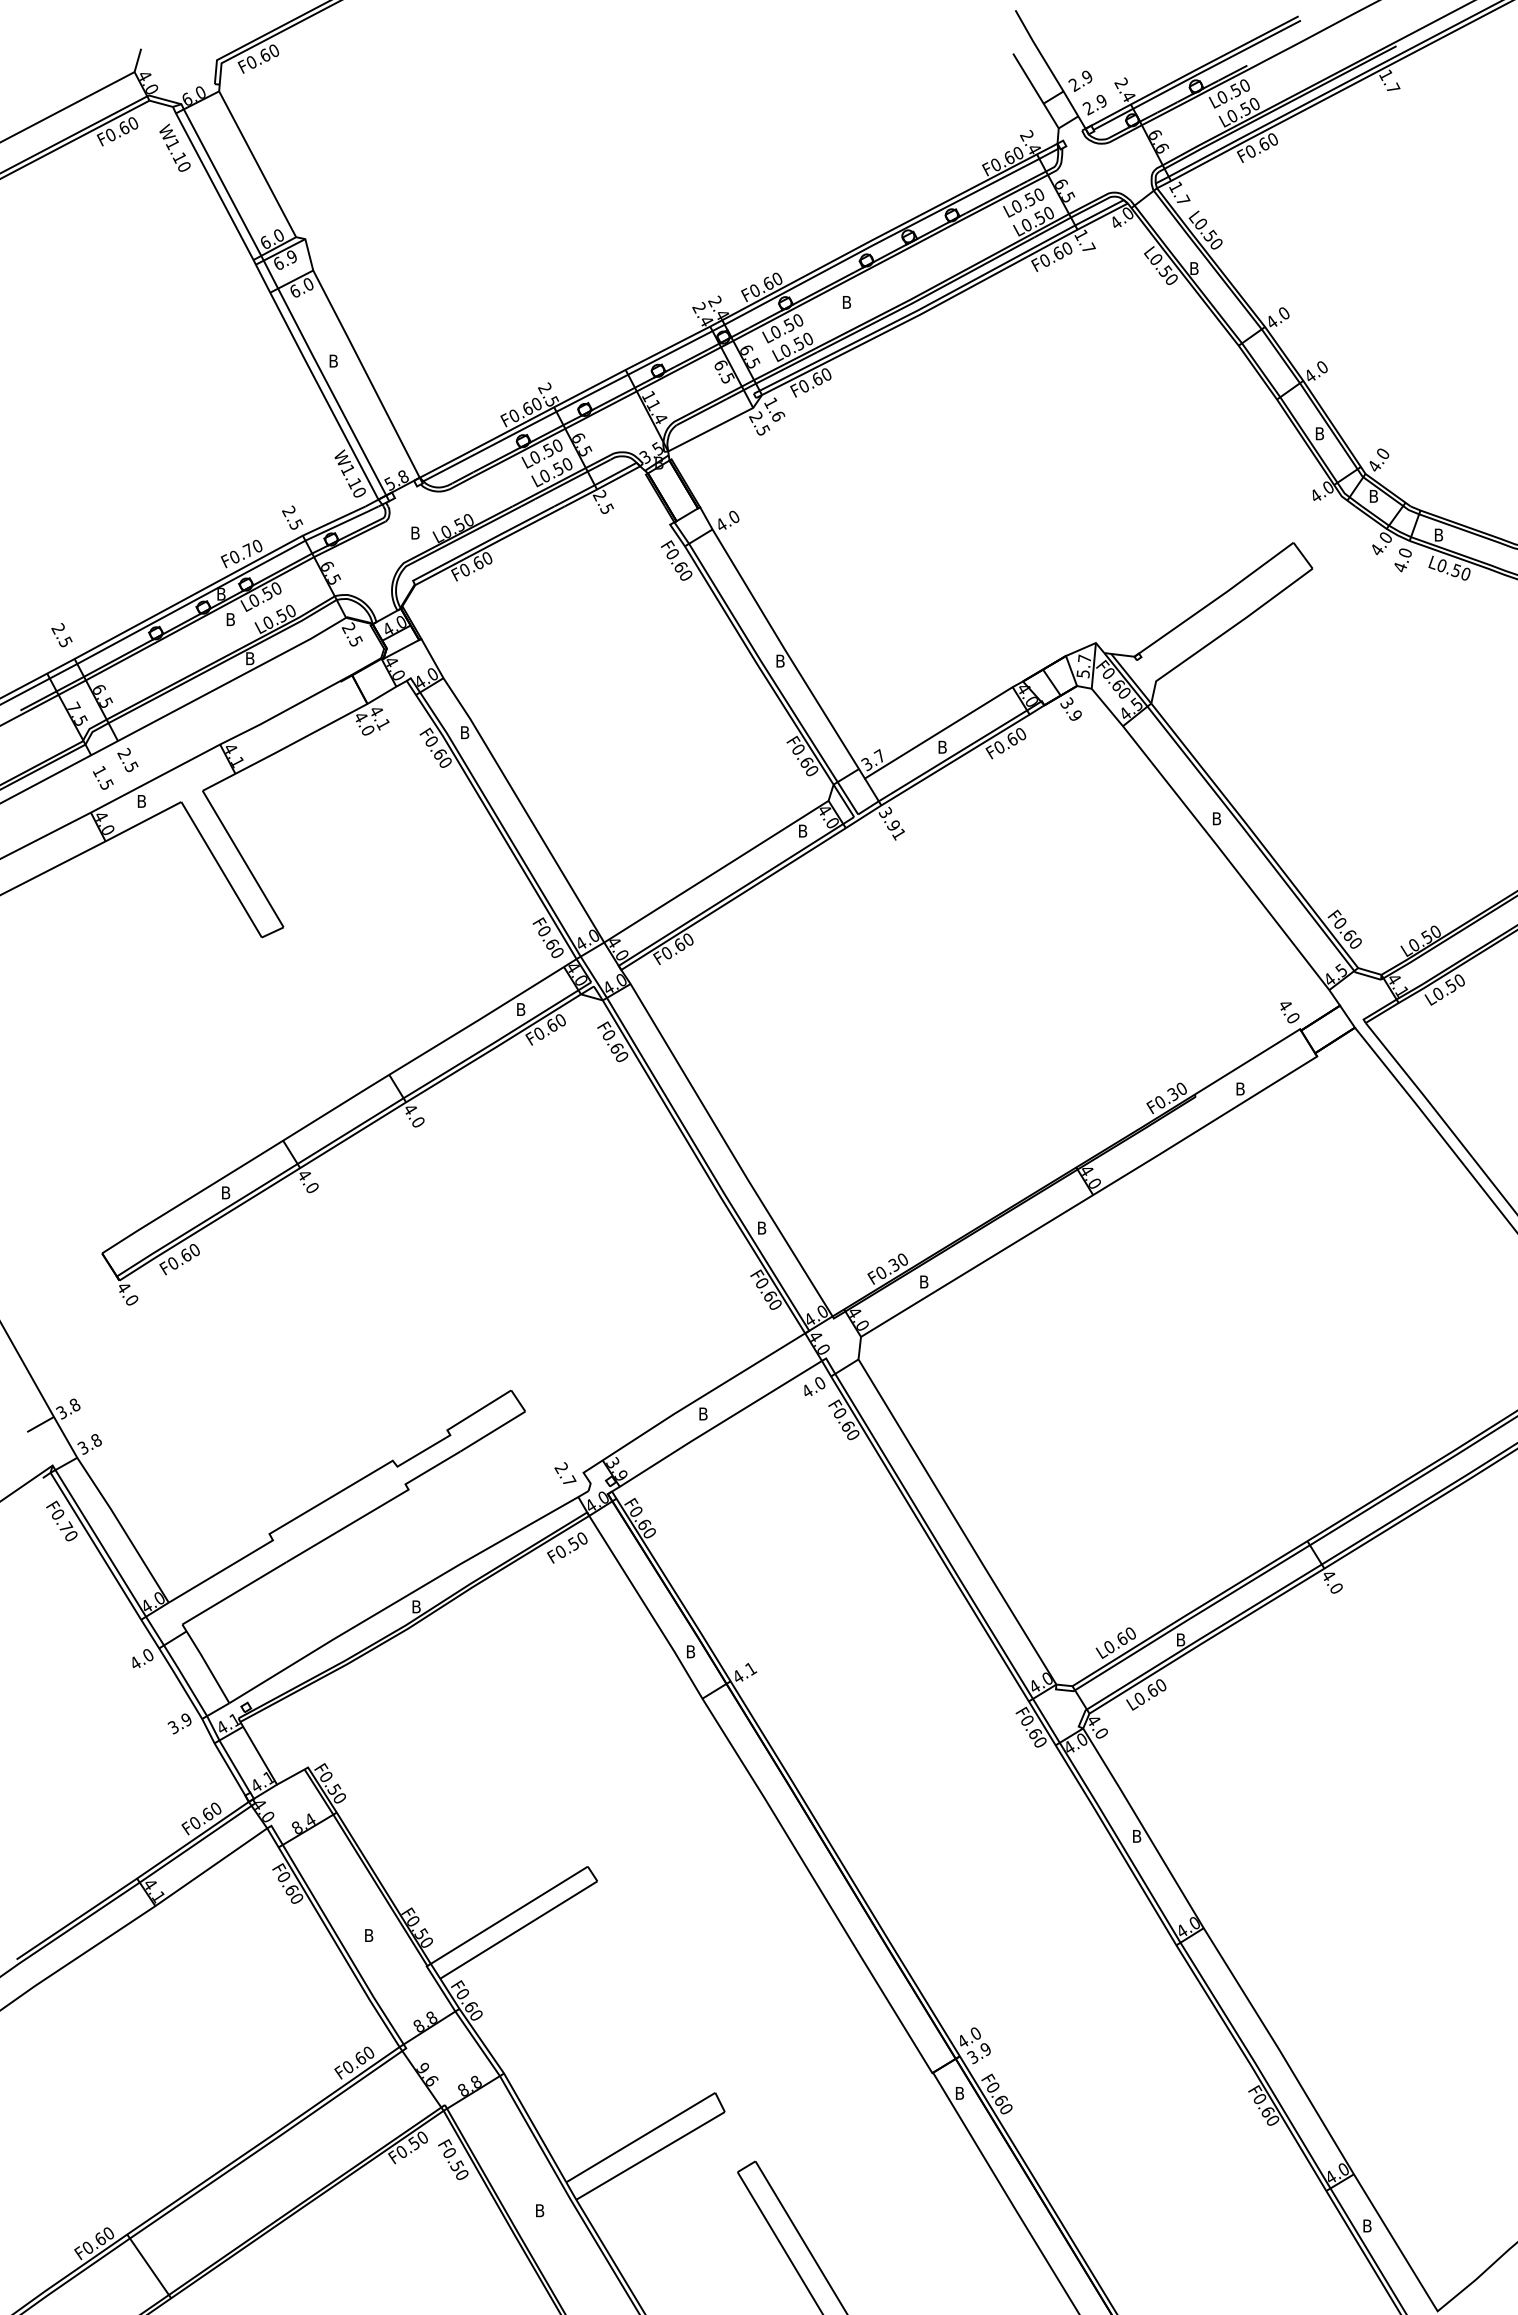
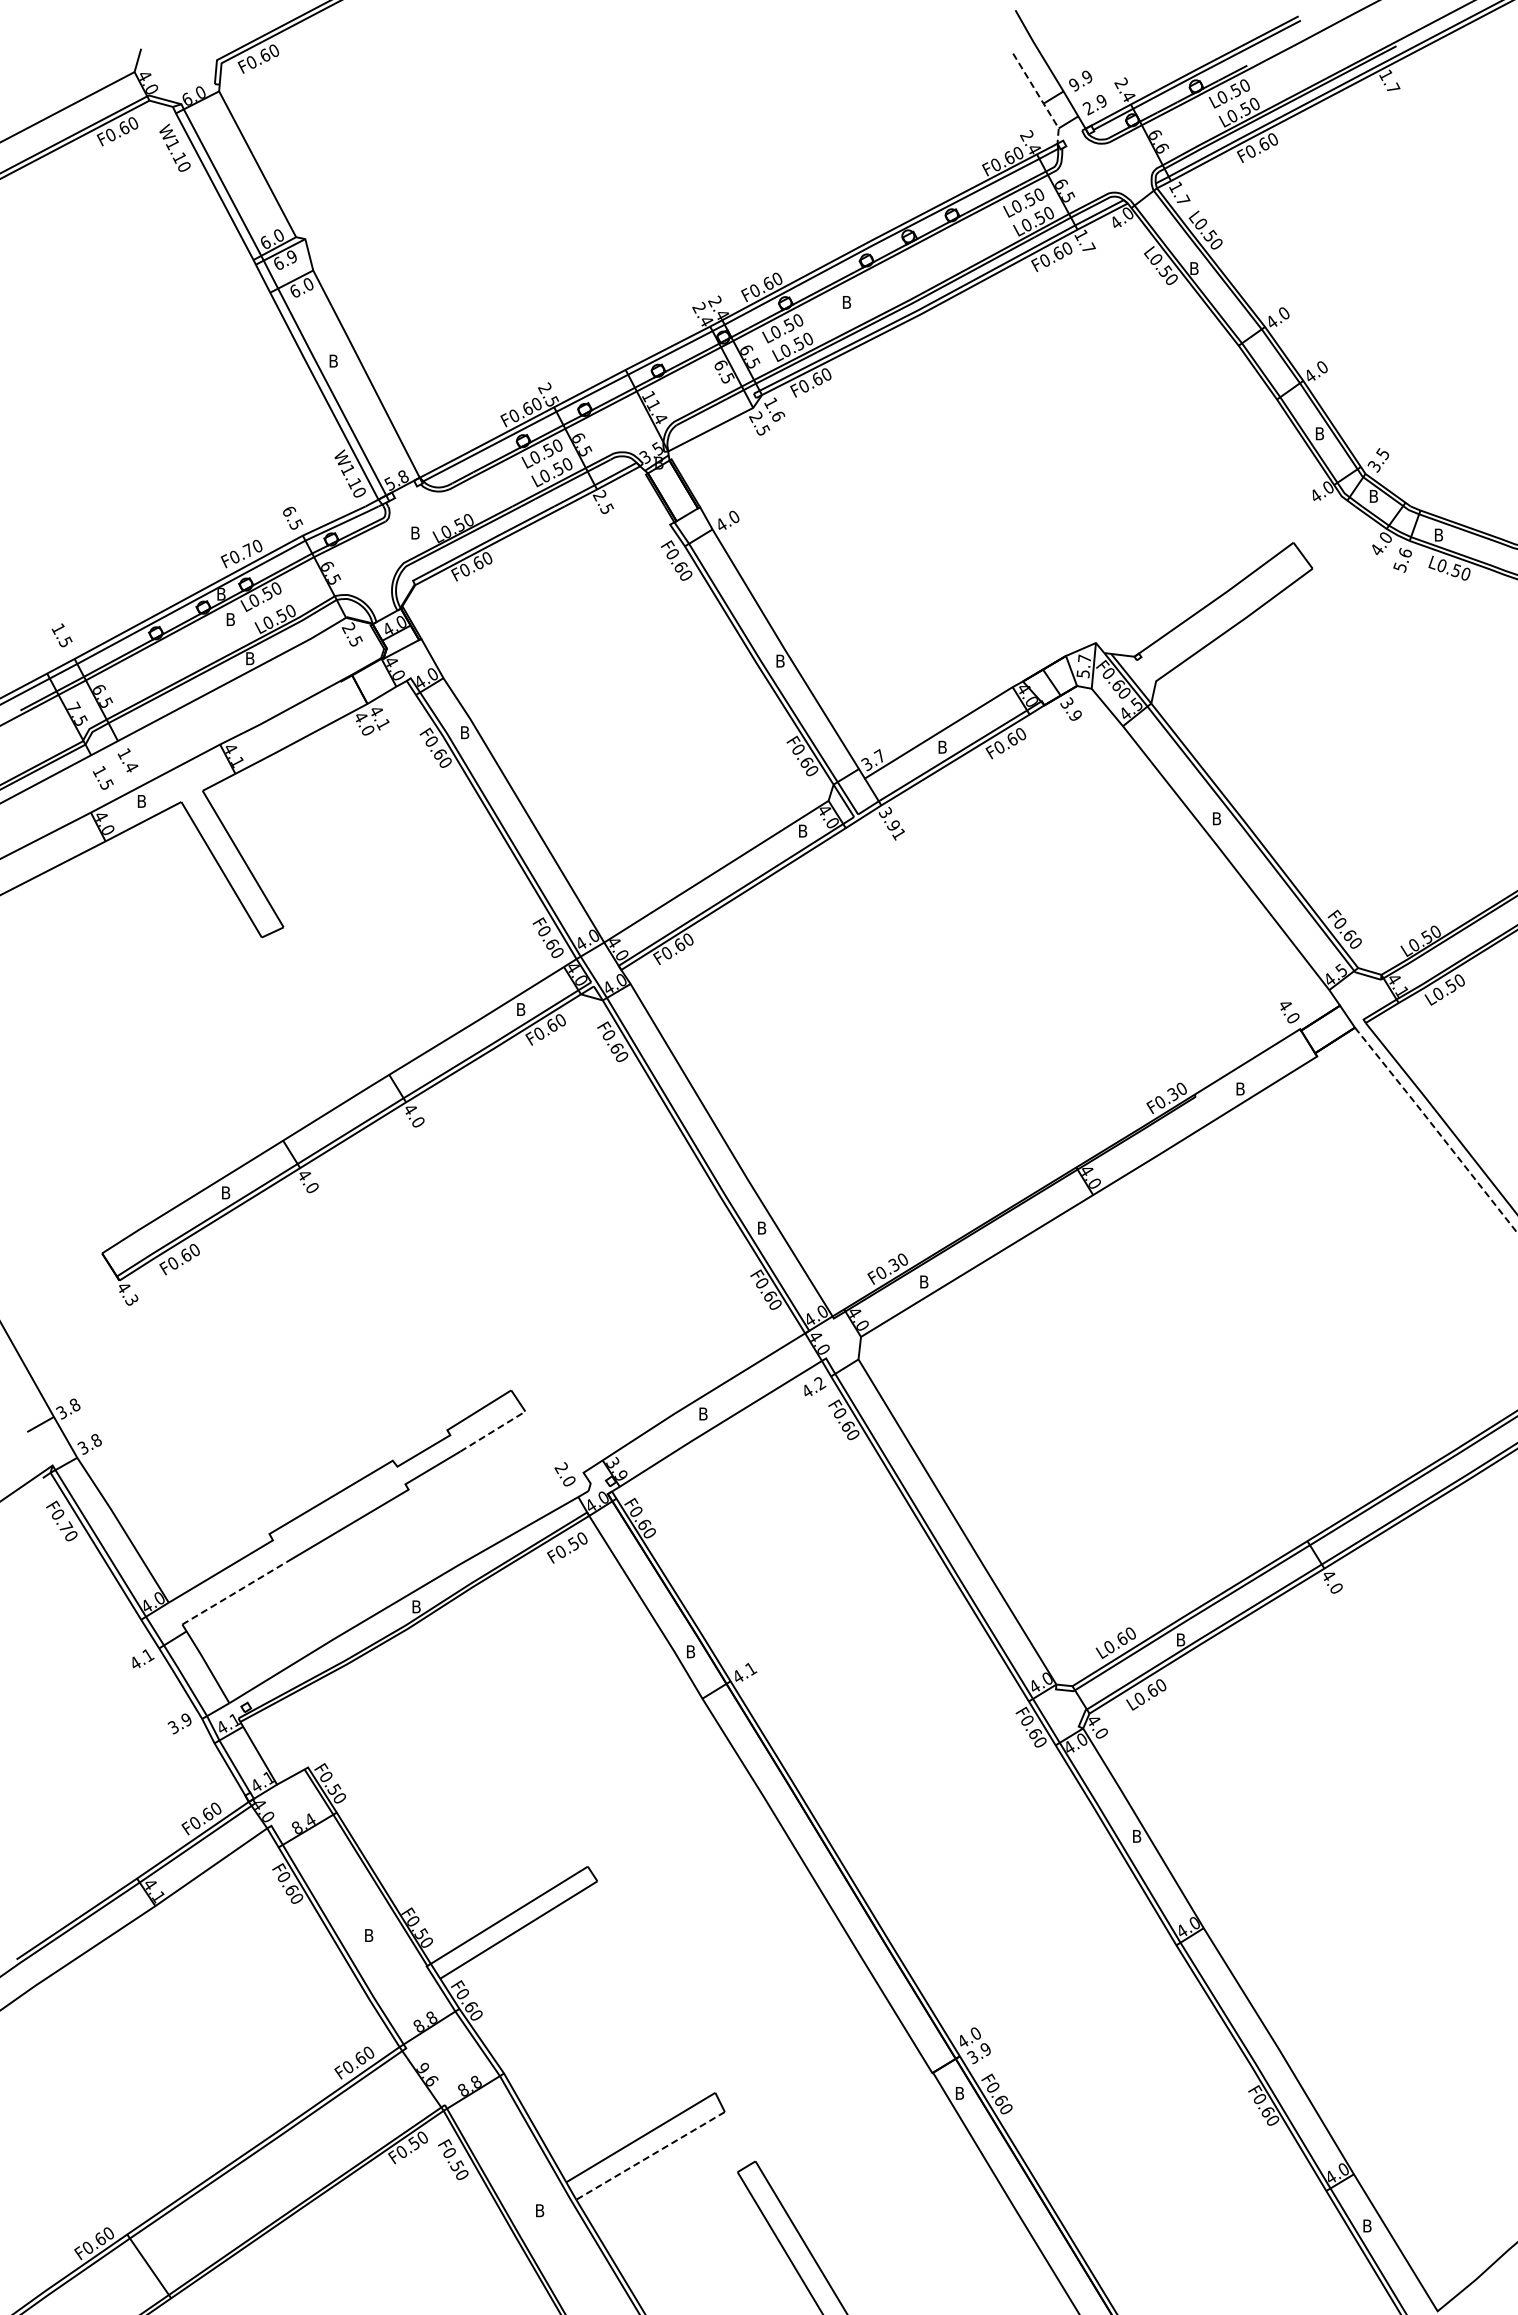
text at (1074, 86): 2.9 -> 9.9
line at (1041, 99): solid -> dashed
text at (1377, 460): 4.0 -> 3.5
text at (289, 511): 2.5 -> 6.5
text at (1402, 560): 4.0 -> 5.6
text at (57, 628): 2.5 -> 1.5
text at (127, 760): 2.5 -> 1.4
line at (1436, 1130): solid -> dashed
text at (131, 1299): 4.0 -> 4.3
text at (820, 1383): 4.0 -> 4.2
line at (493, 1431): solid -> dashed
text at (569, 1480): 2.7 -> 2.0
line at (234, 1593): solid -> dashed
text at (148, 1655): 4.0 -> 4.1
line at (650, 2156): solid -> dashed
